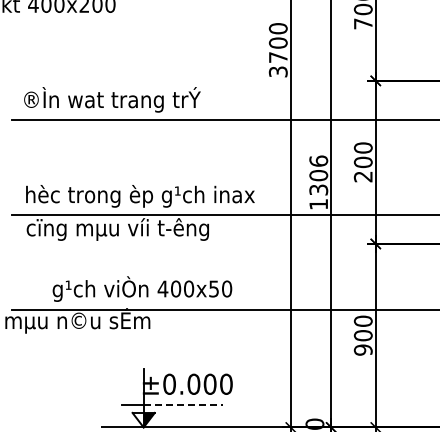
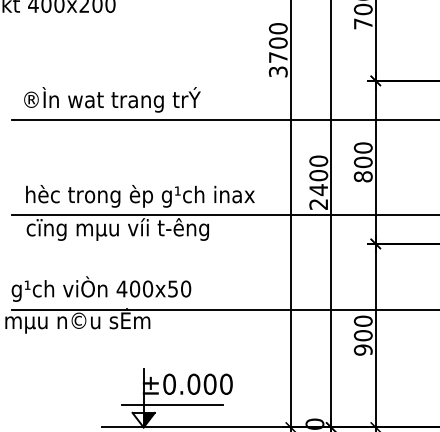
text at (363, 176): 200 -> 800
text at (318, 182): 1306 -> 2400
text at (142, 288) position: (142, 288) -> (101, 288)
line at (183, 405): dashed -> solid
